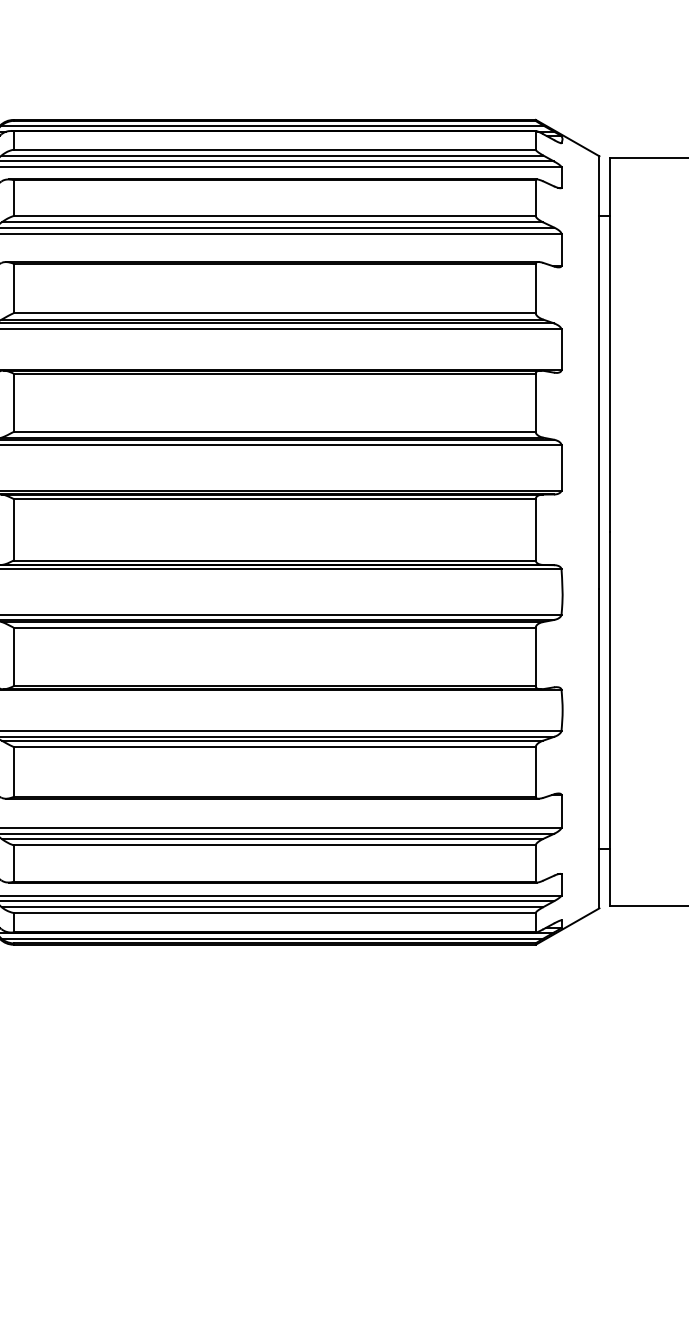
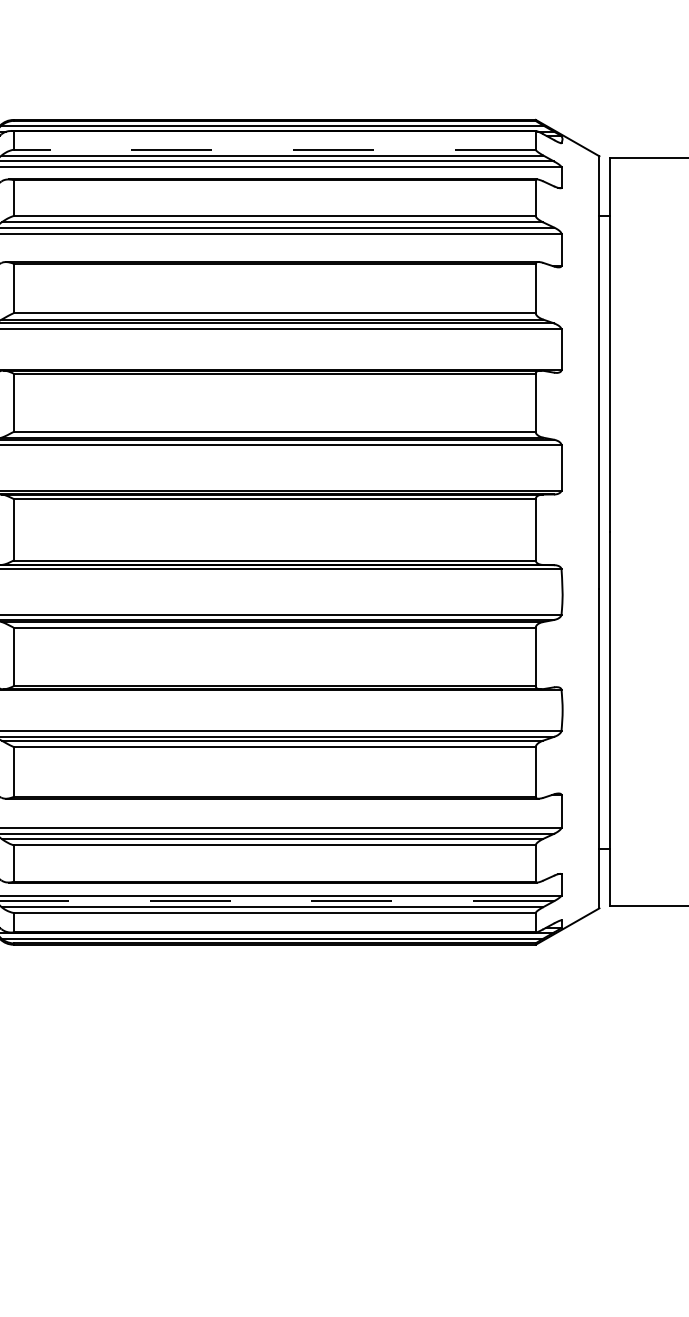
line at (274, 149): solid -> dashed
line at (277, 901): solid -> dashed
